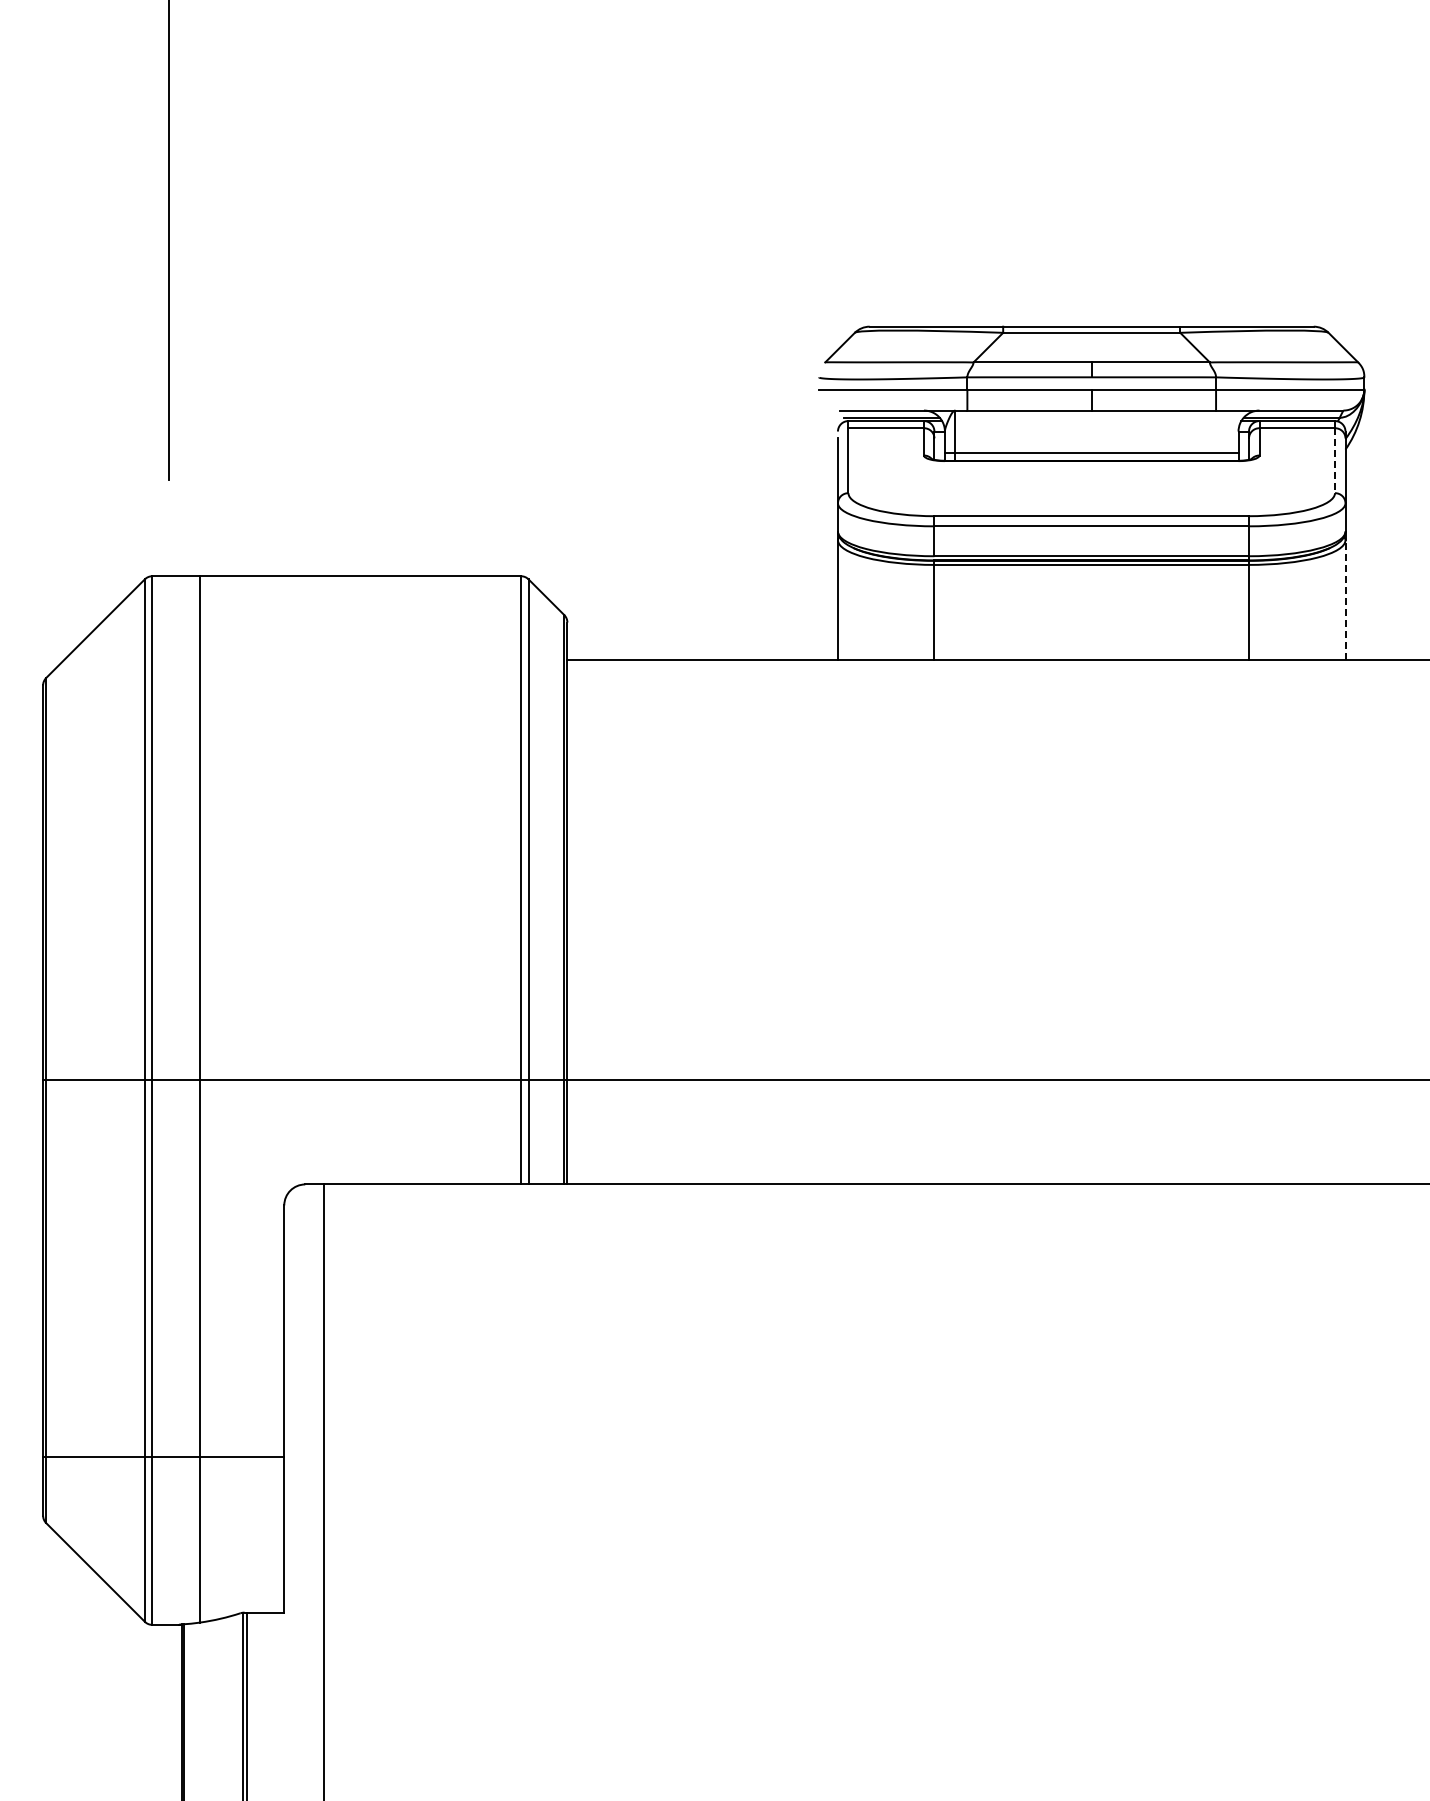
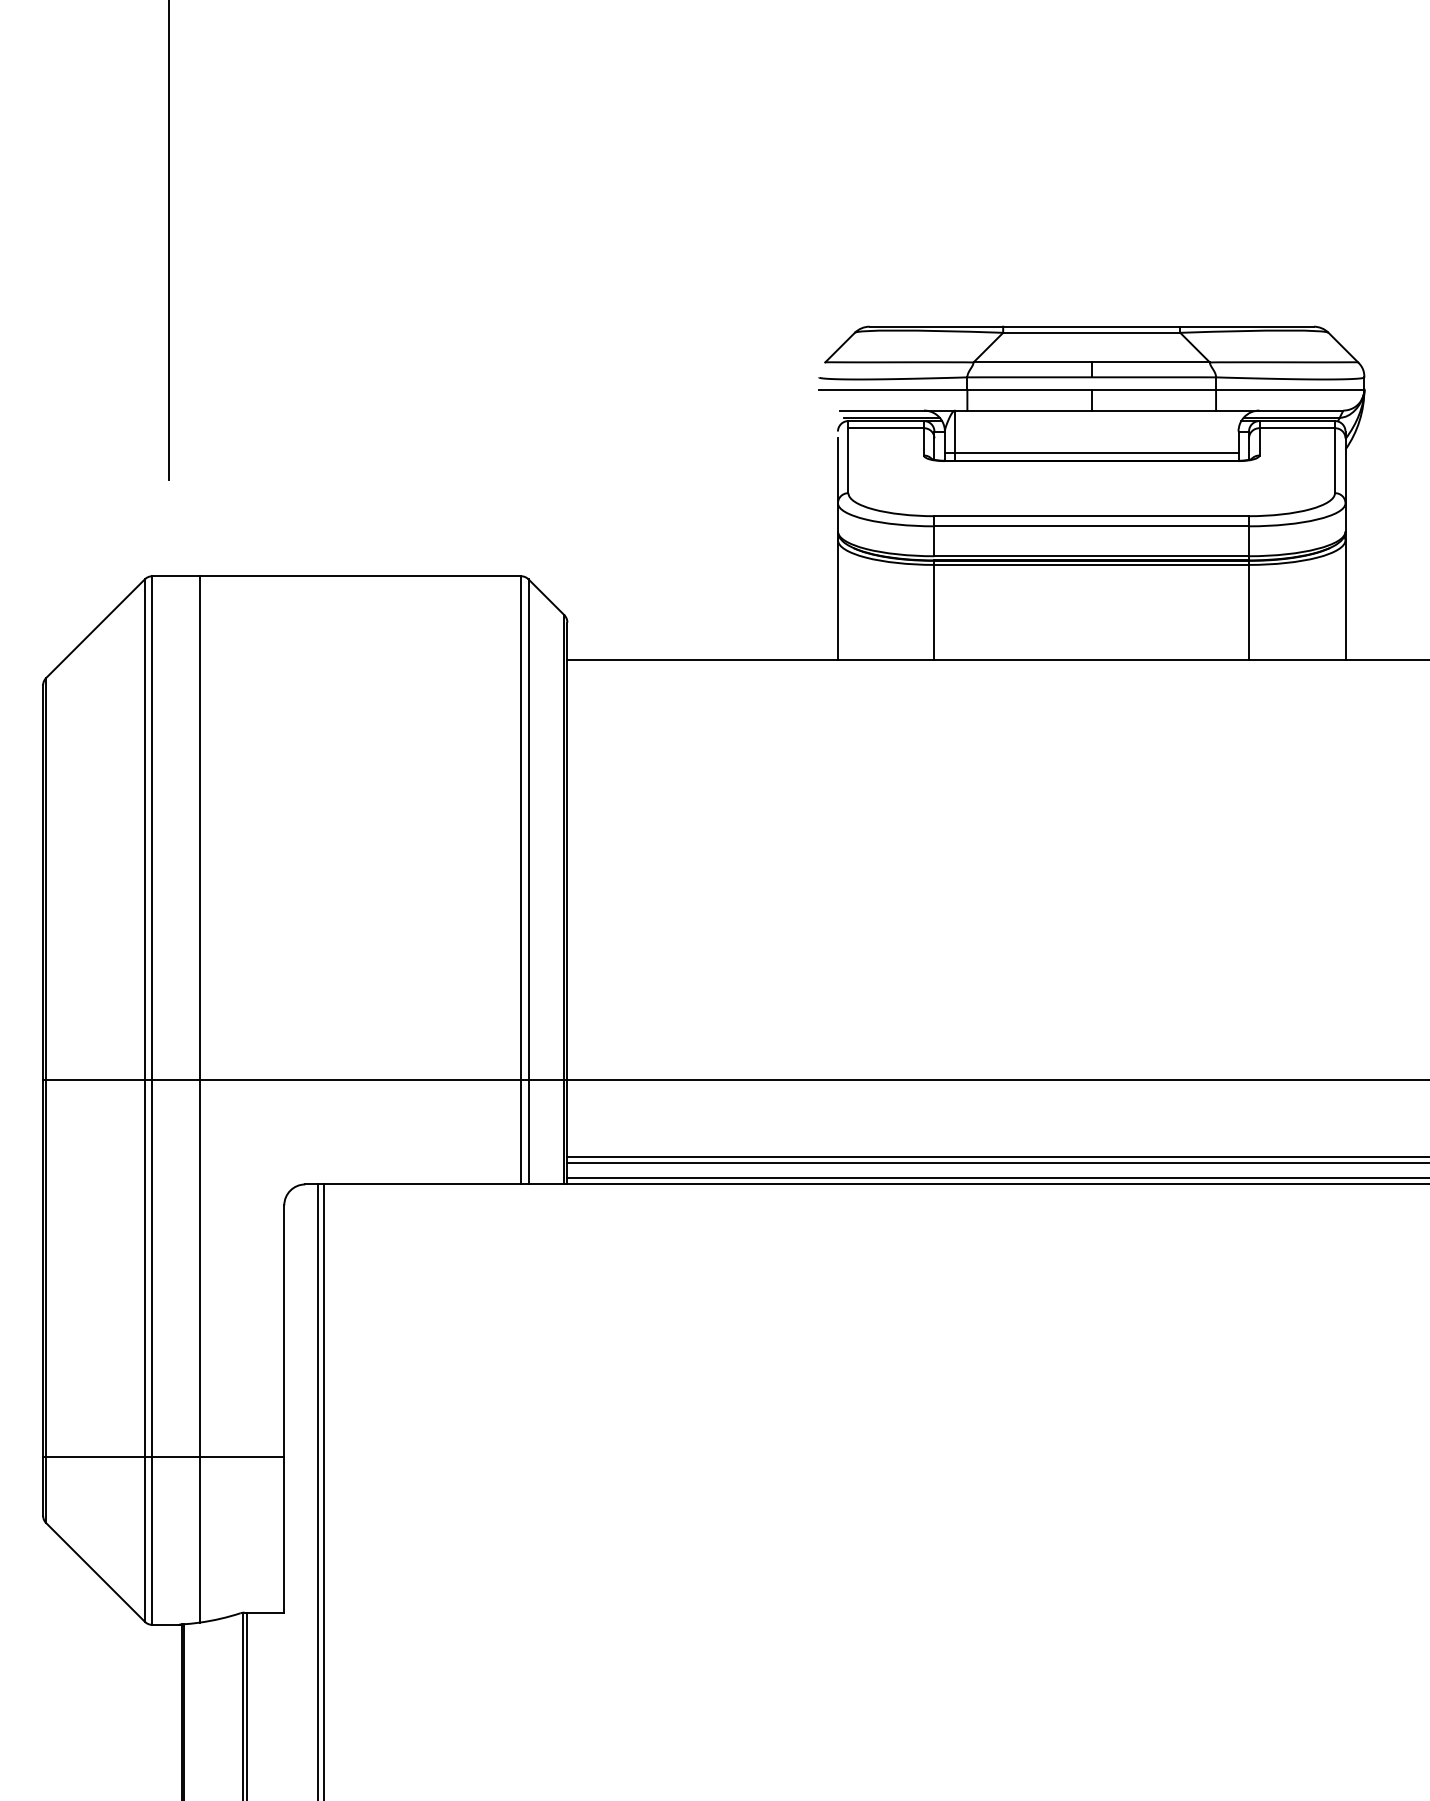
line at (1335, 461): dashed -> solid
line at (1345, 600): dashed -> solid
line at (996, 1157): none -> present
line at (996, 1163): none -> present
line at (996, 1178): none -> present
line at (317, 1490): none -> present
